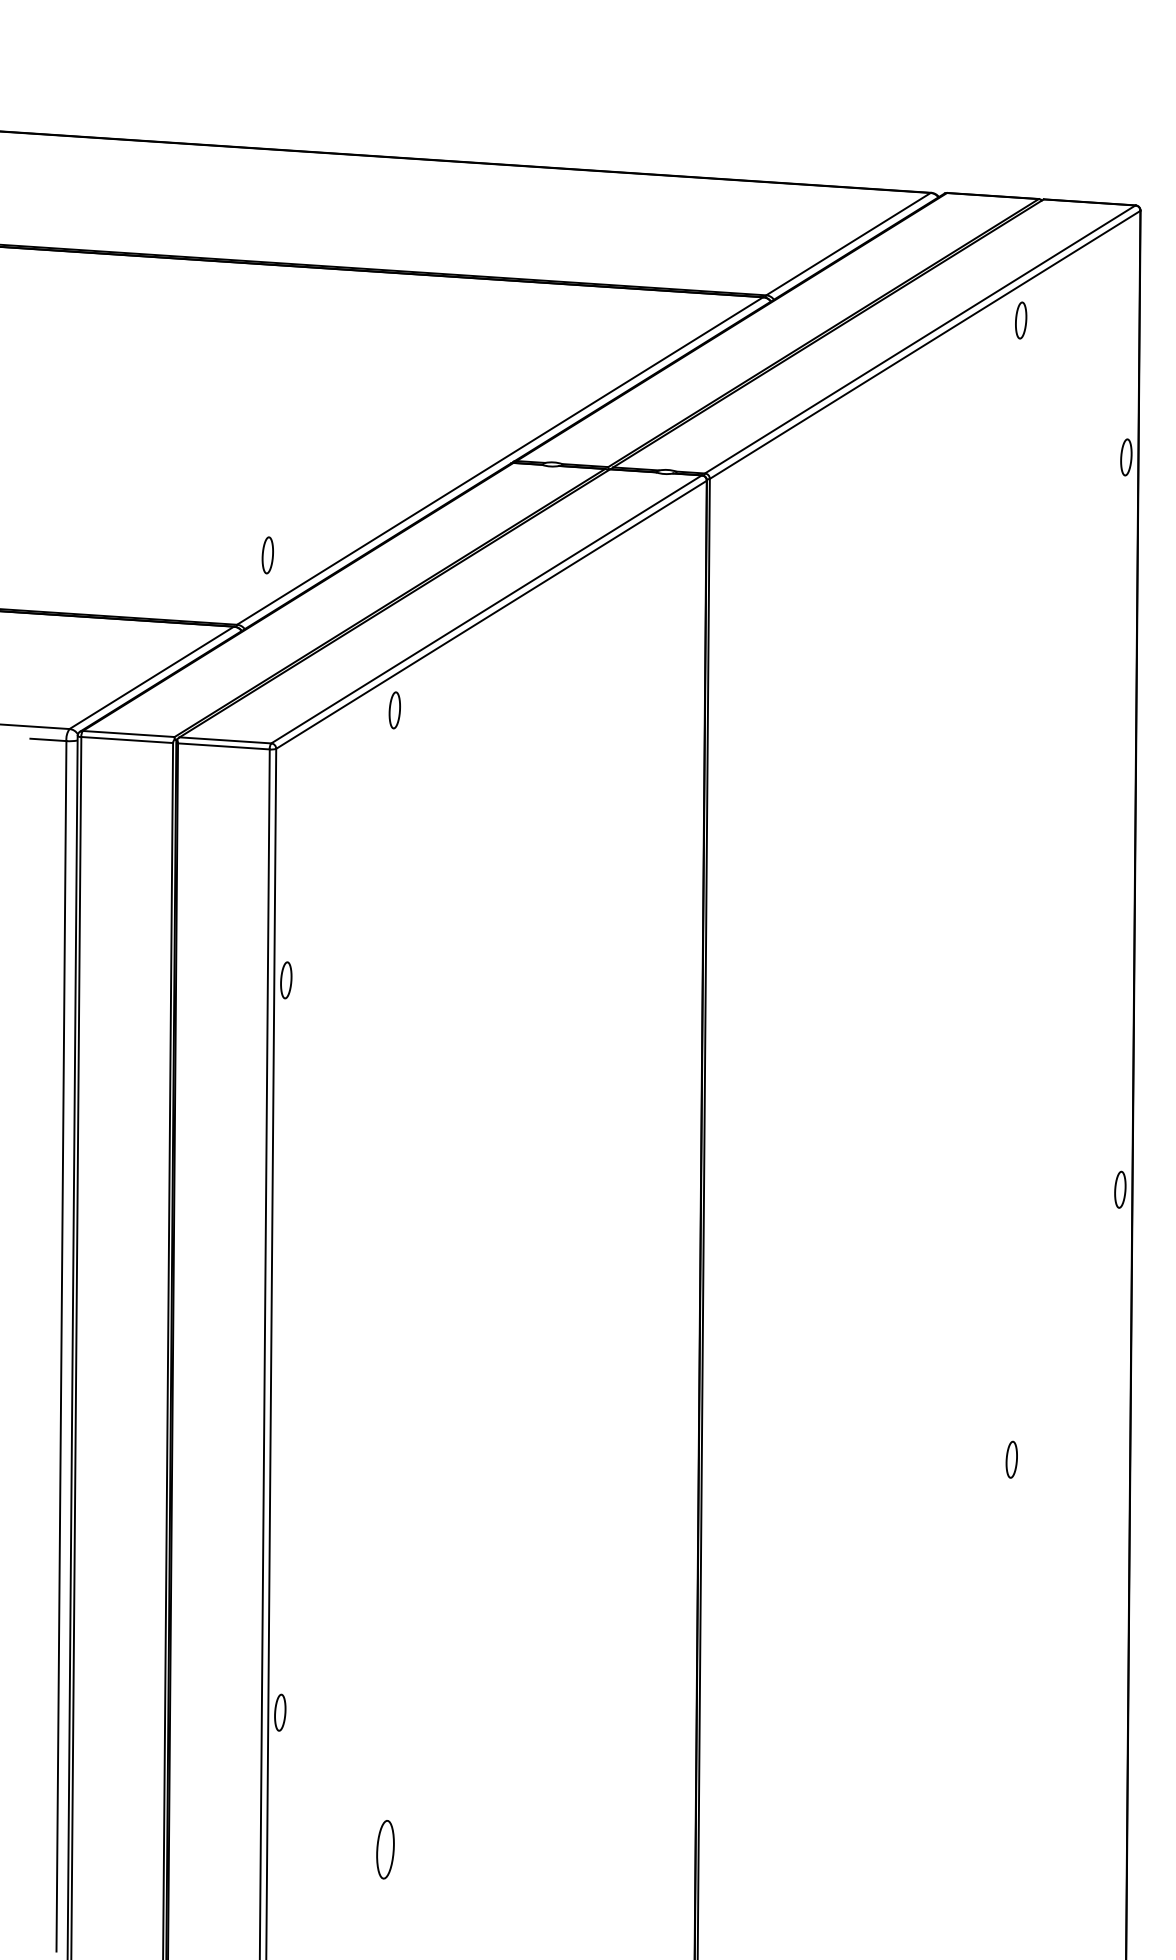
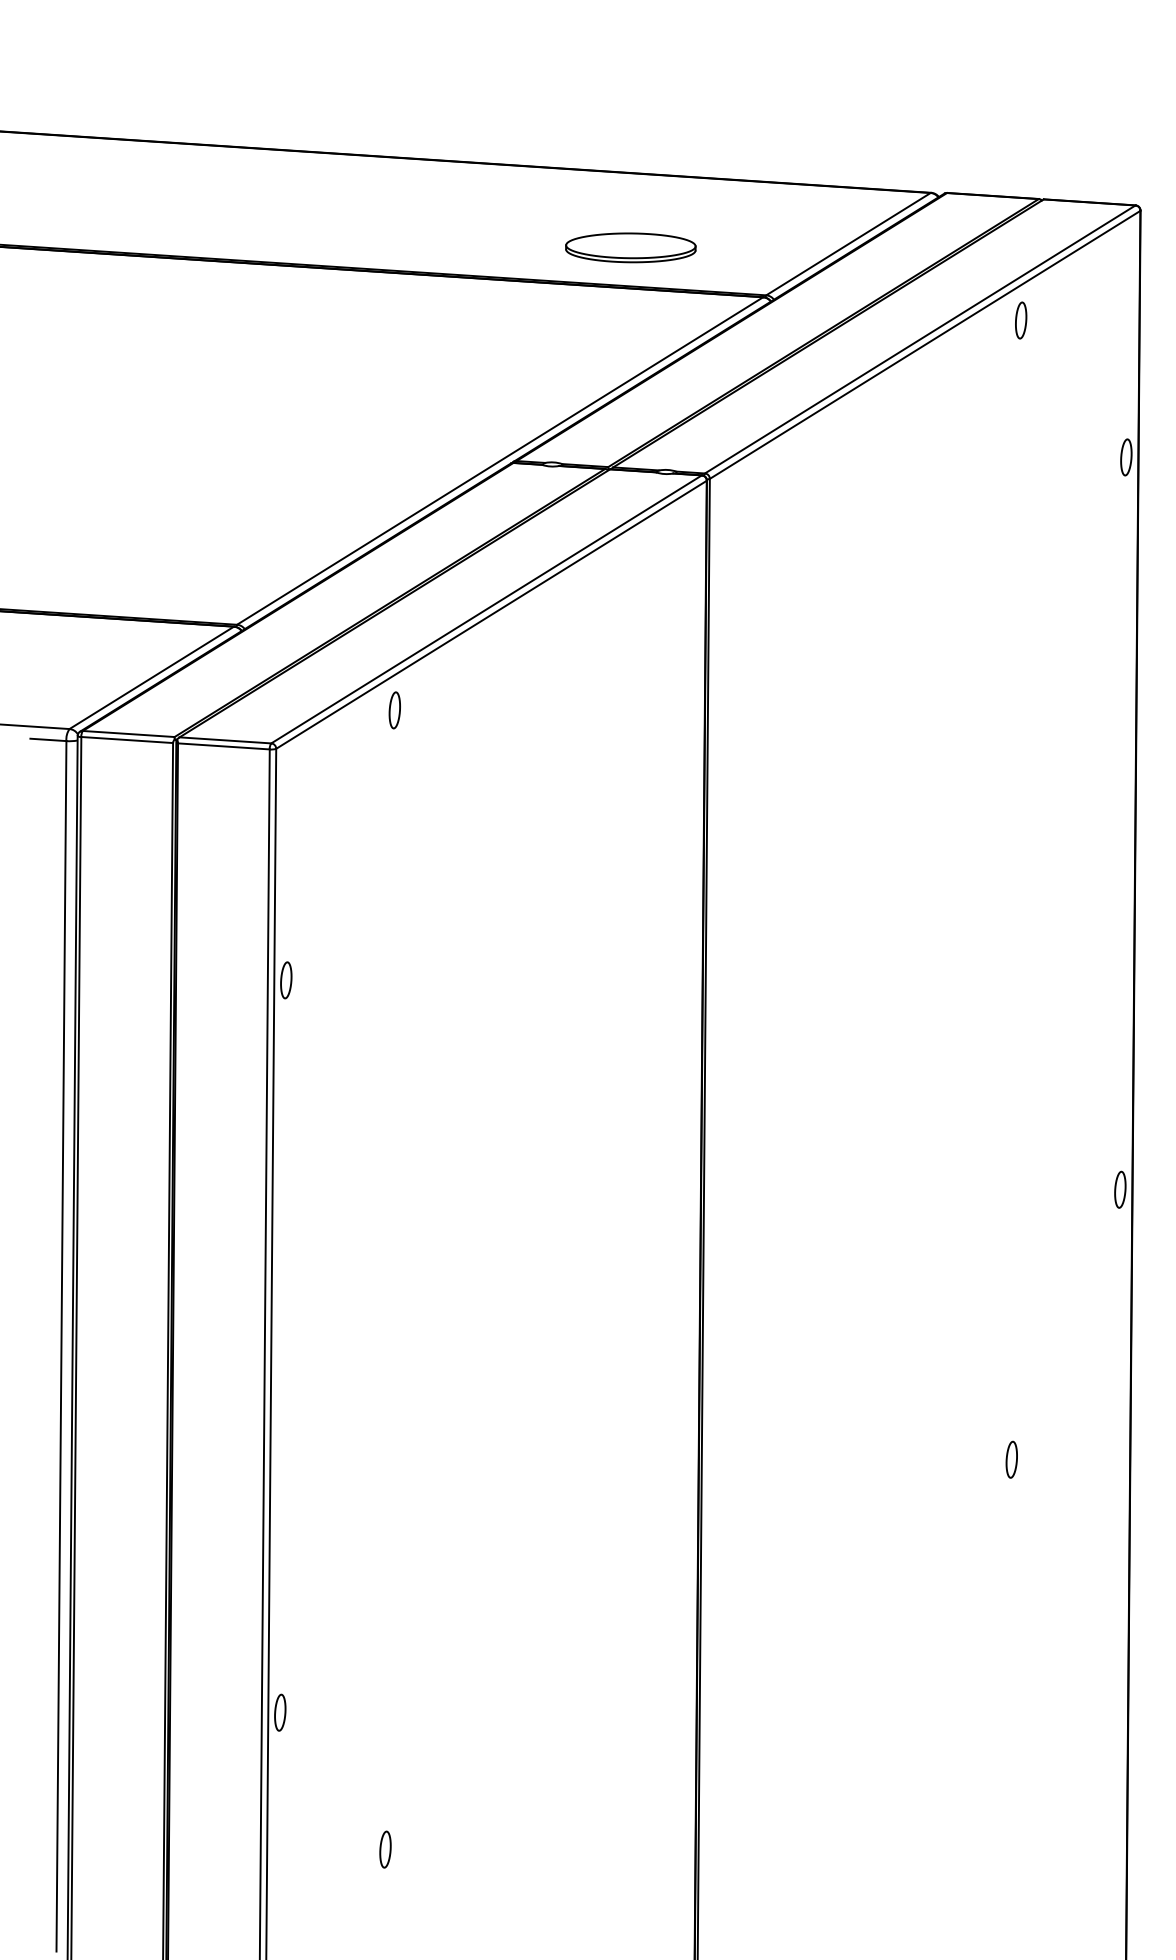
part at (630, 247): none -> present
part at (267, 555): present -> none
part at (385, 1849) size: 19x60 px -> 13x39 px
